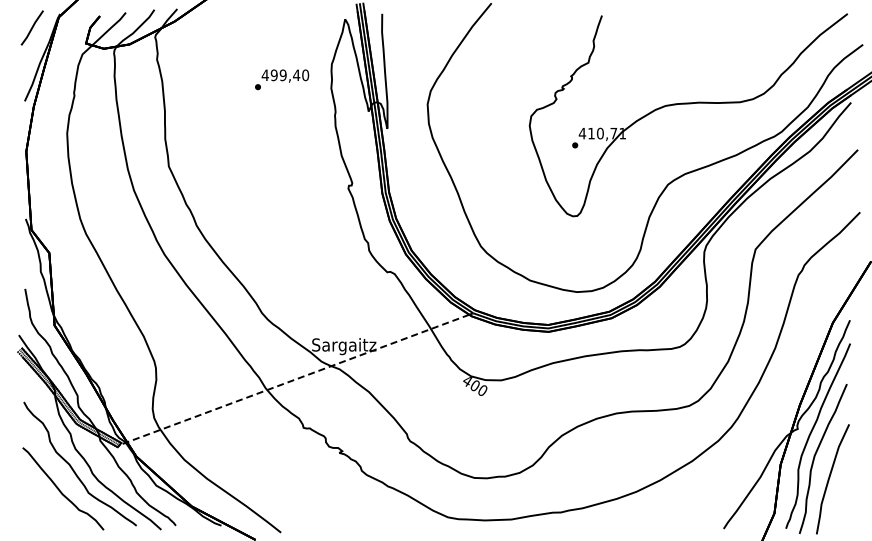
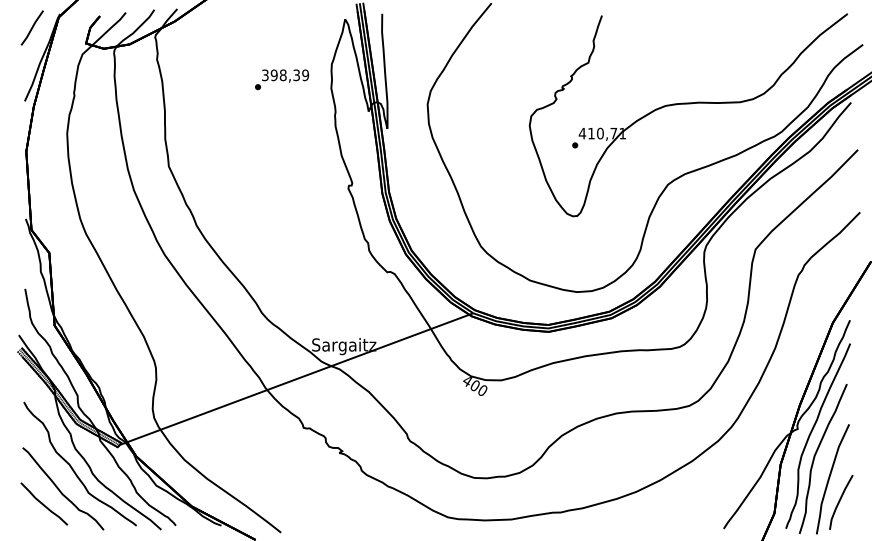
text at (284, 75): 499,40 -> 398,39
line at (294, 379): dashed -> solid
line at (840, 501): none -> present
curve at (43, 503): none -> present
